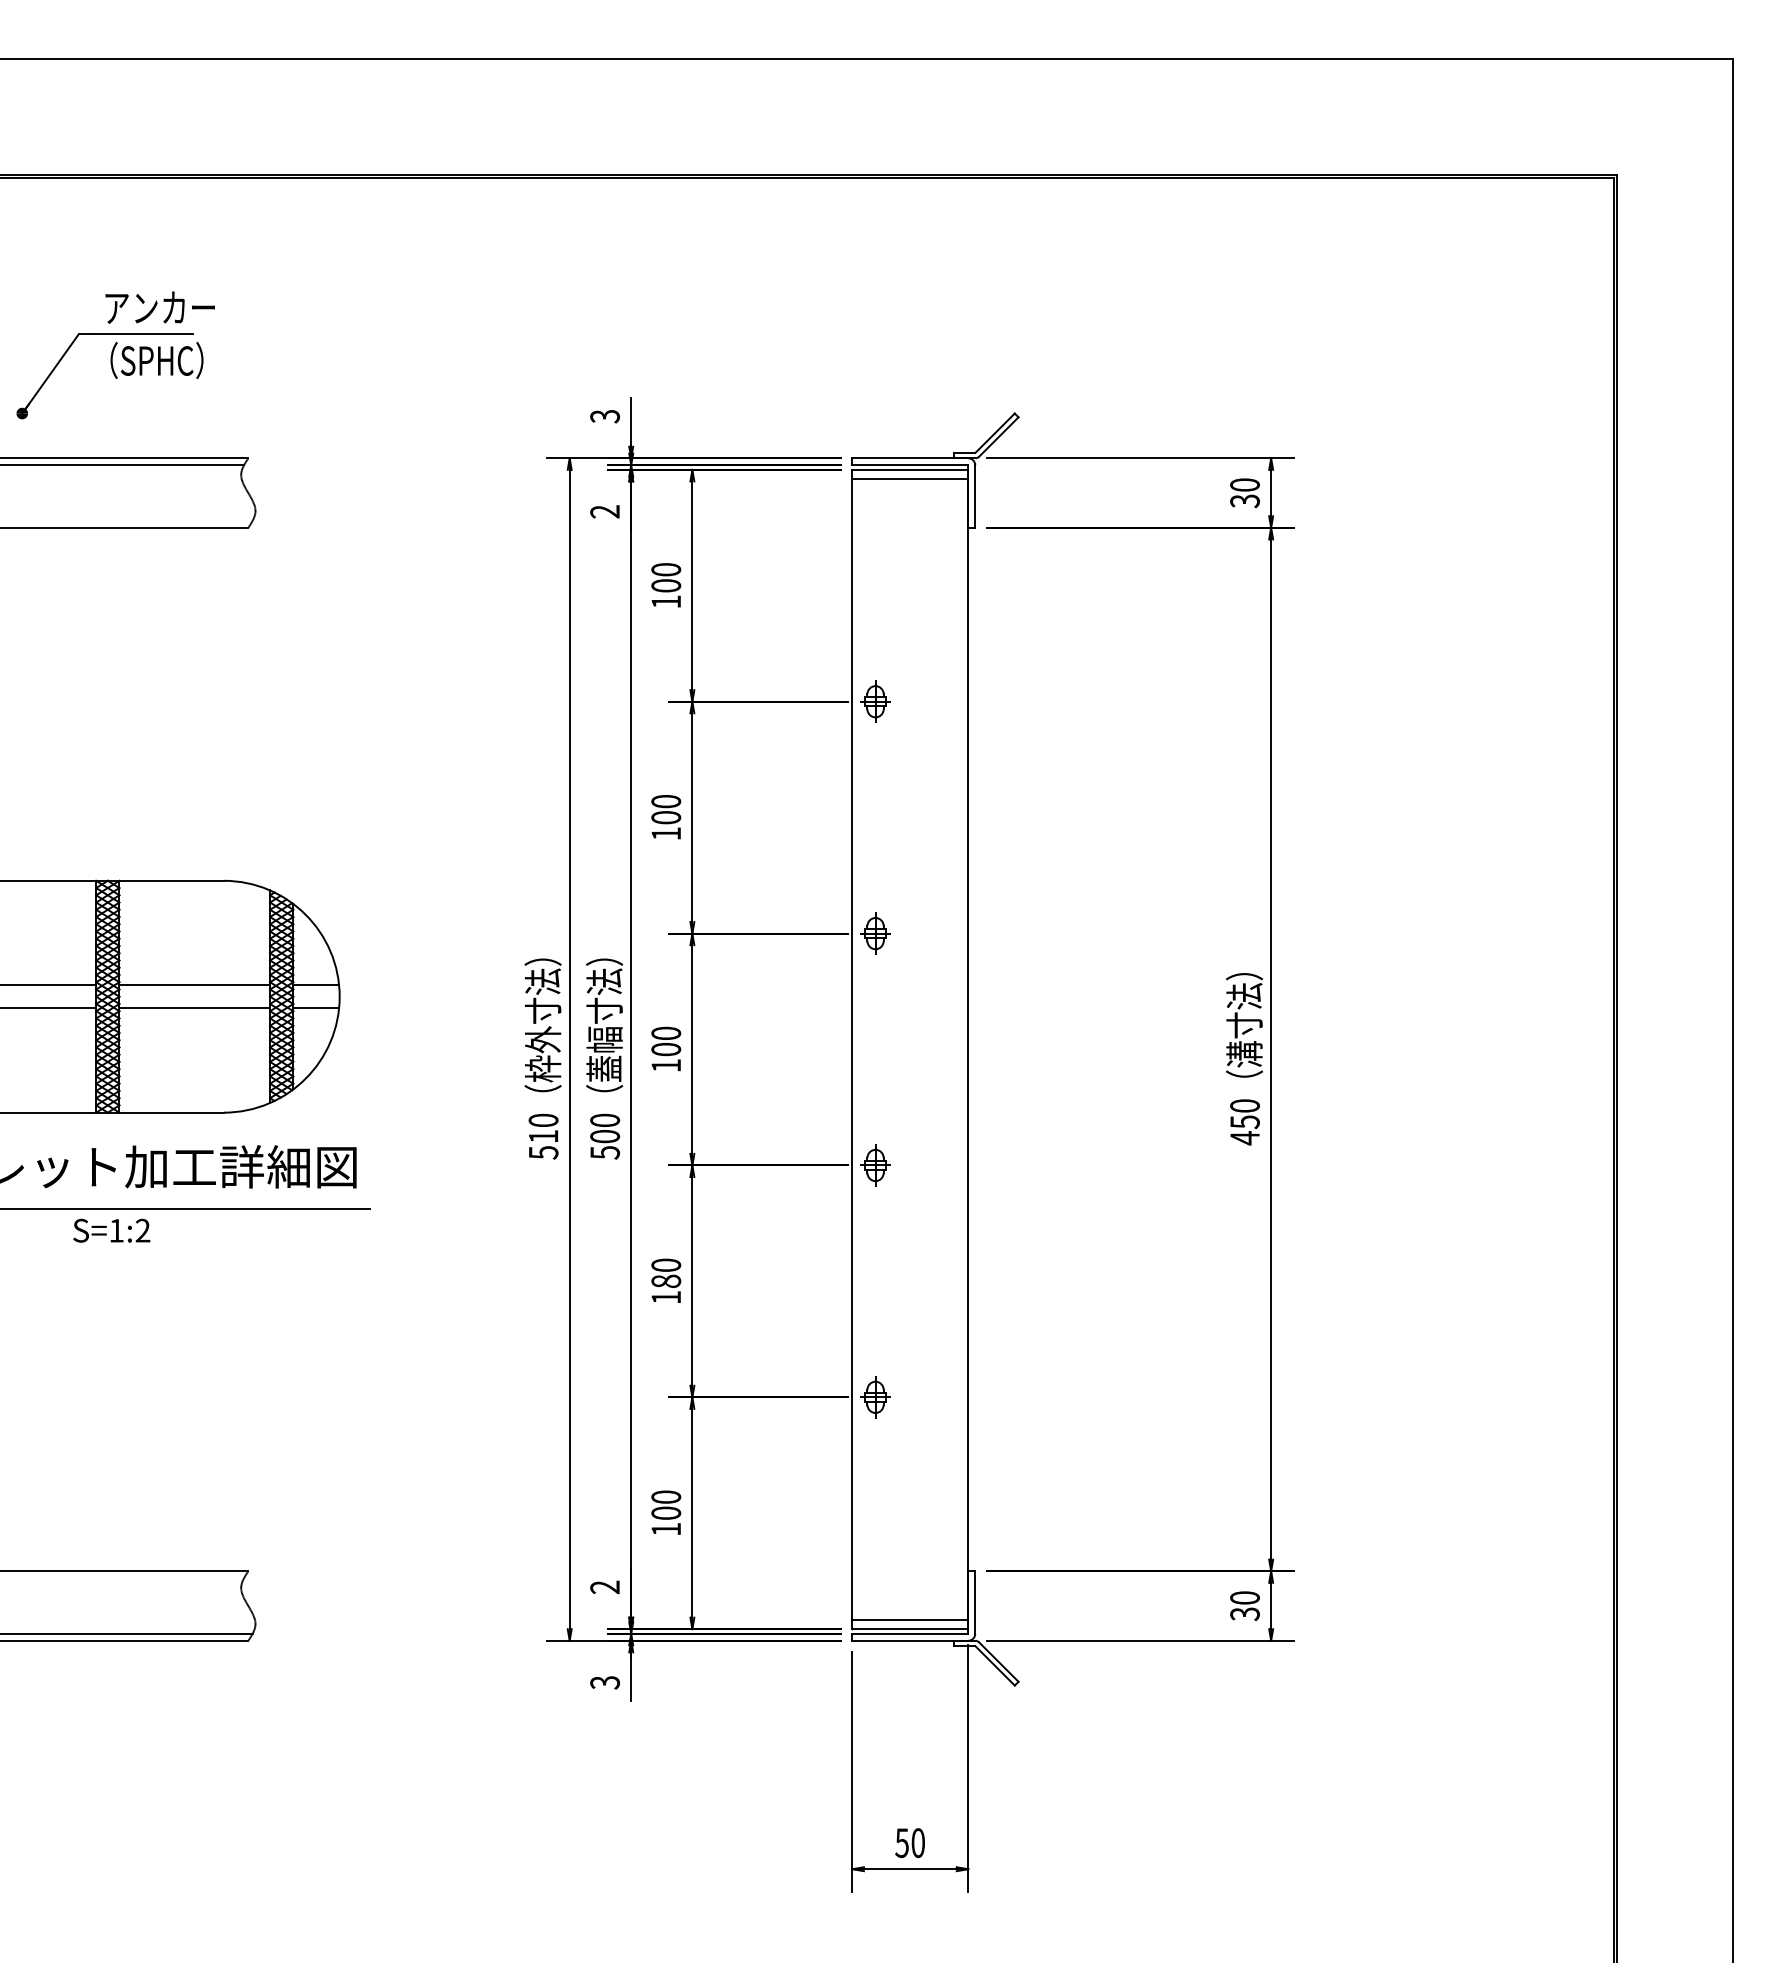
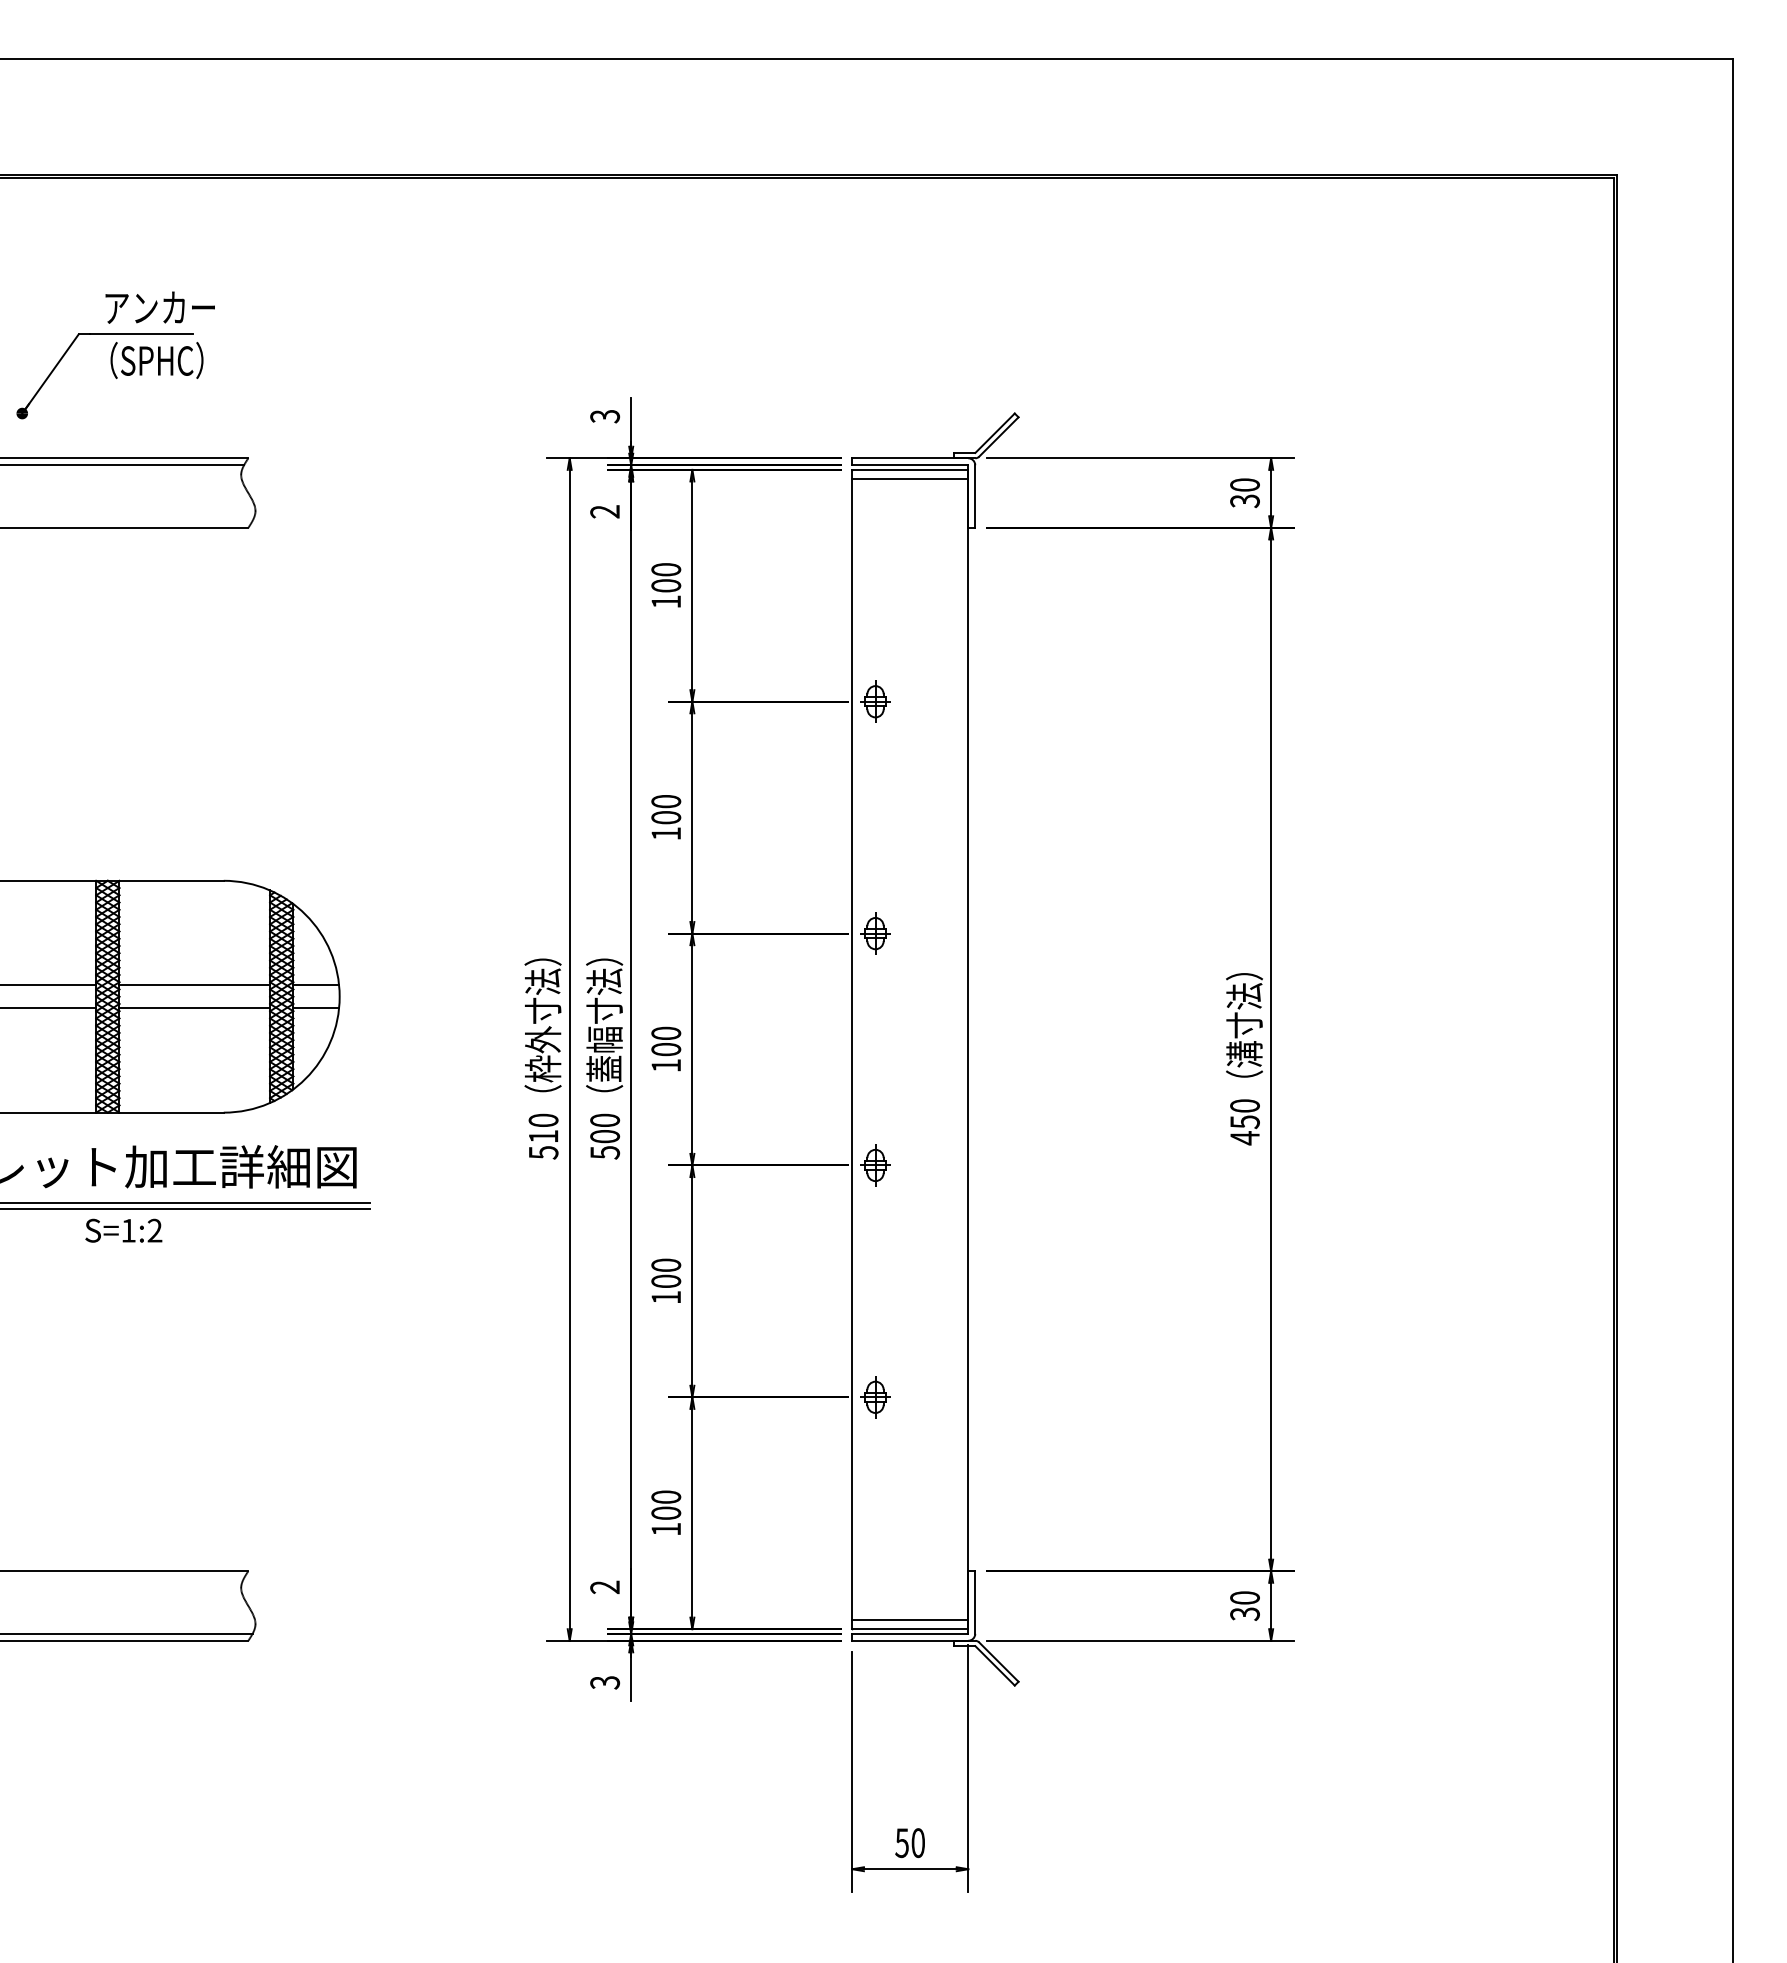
line at (185, 1202): none -> present
text at (111, 1230) position: (111, 1230) -> (123, 1230)
text at (665, 1281): 180 -> 100
